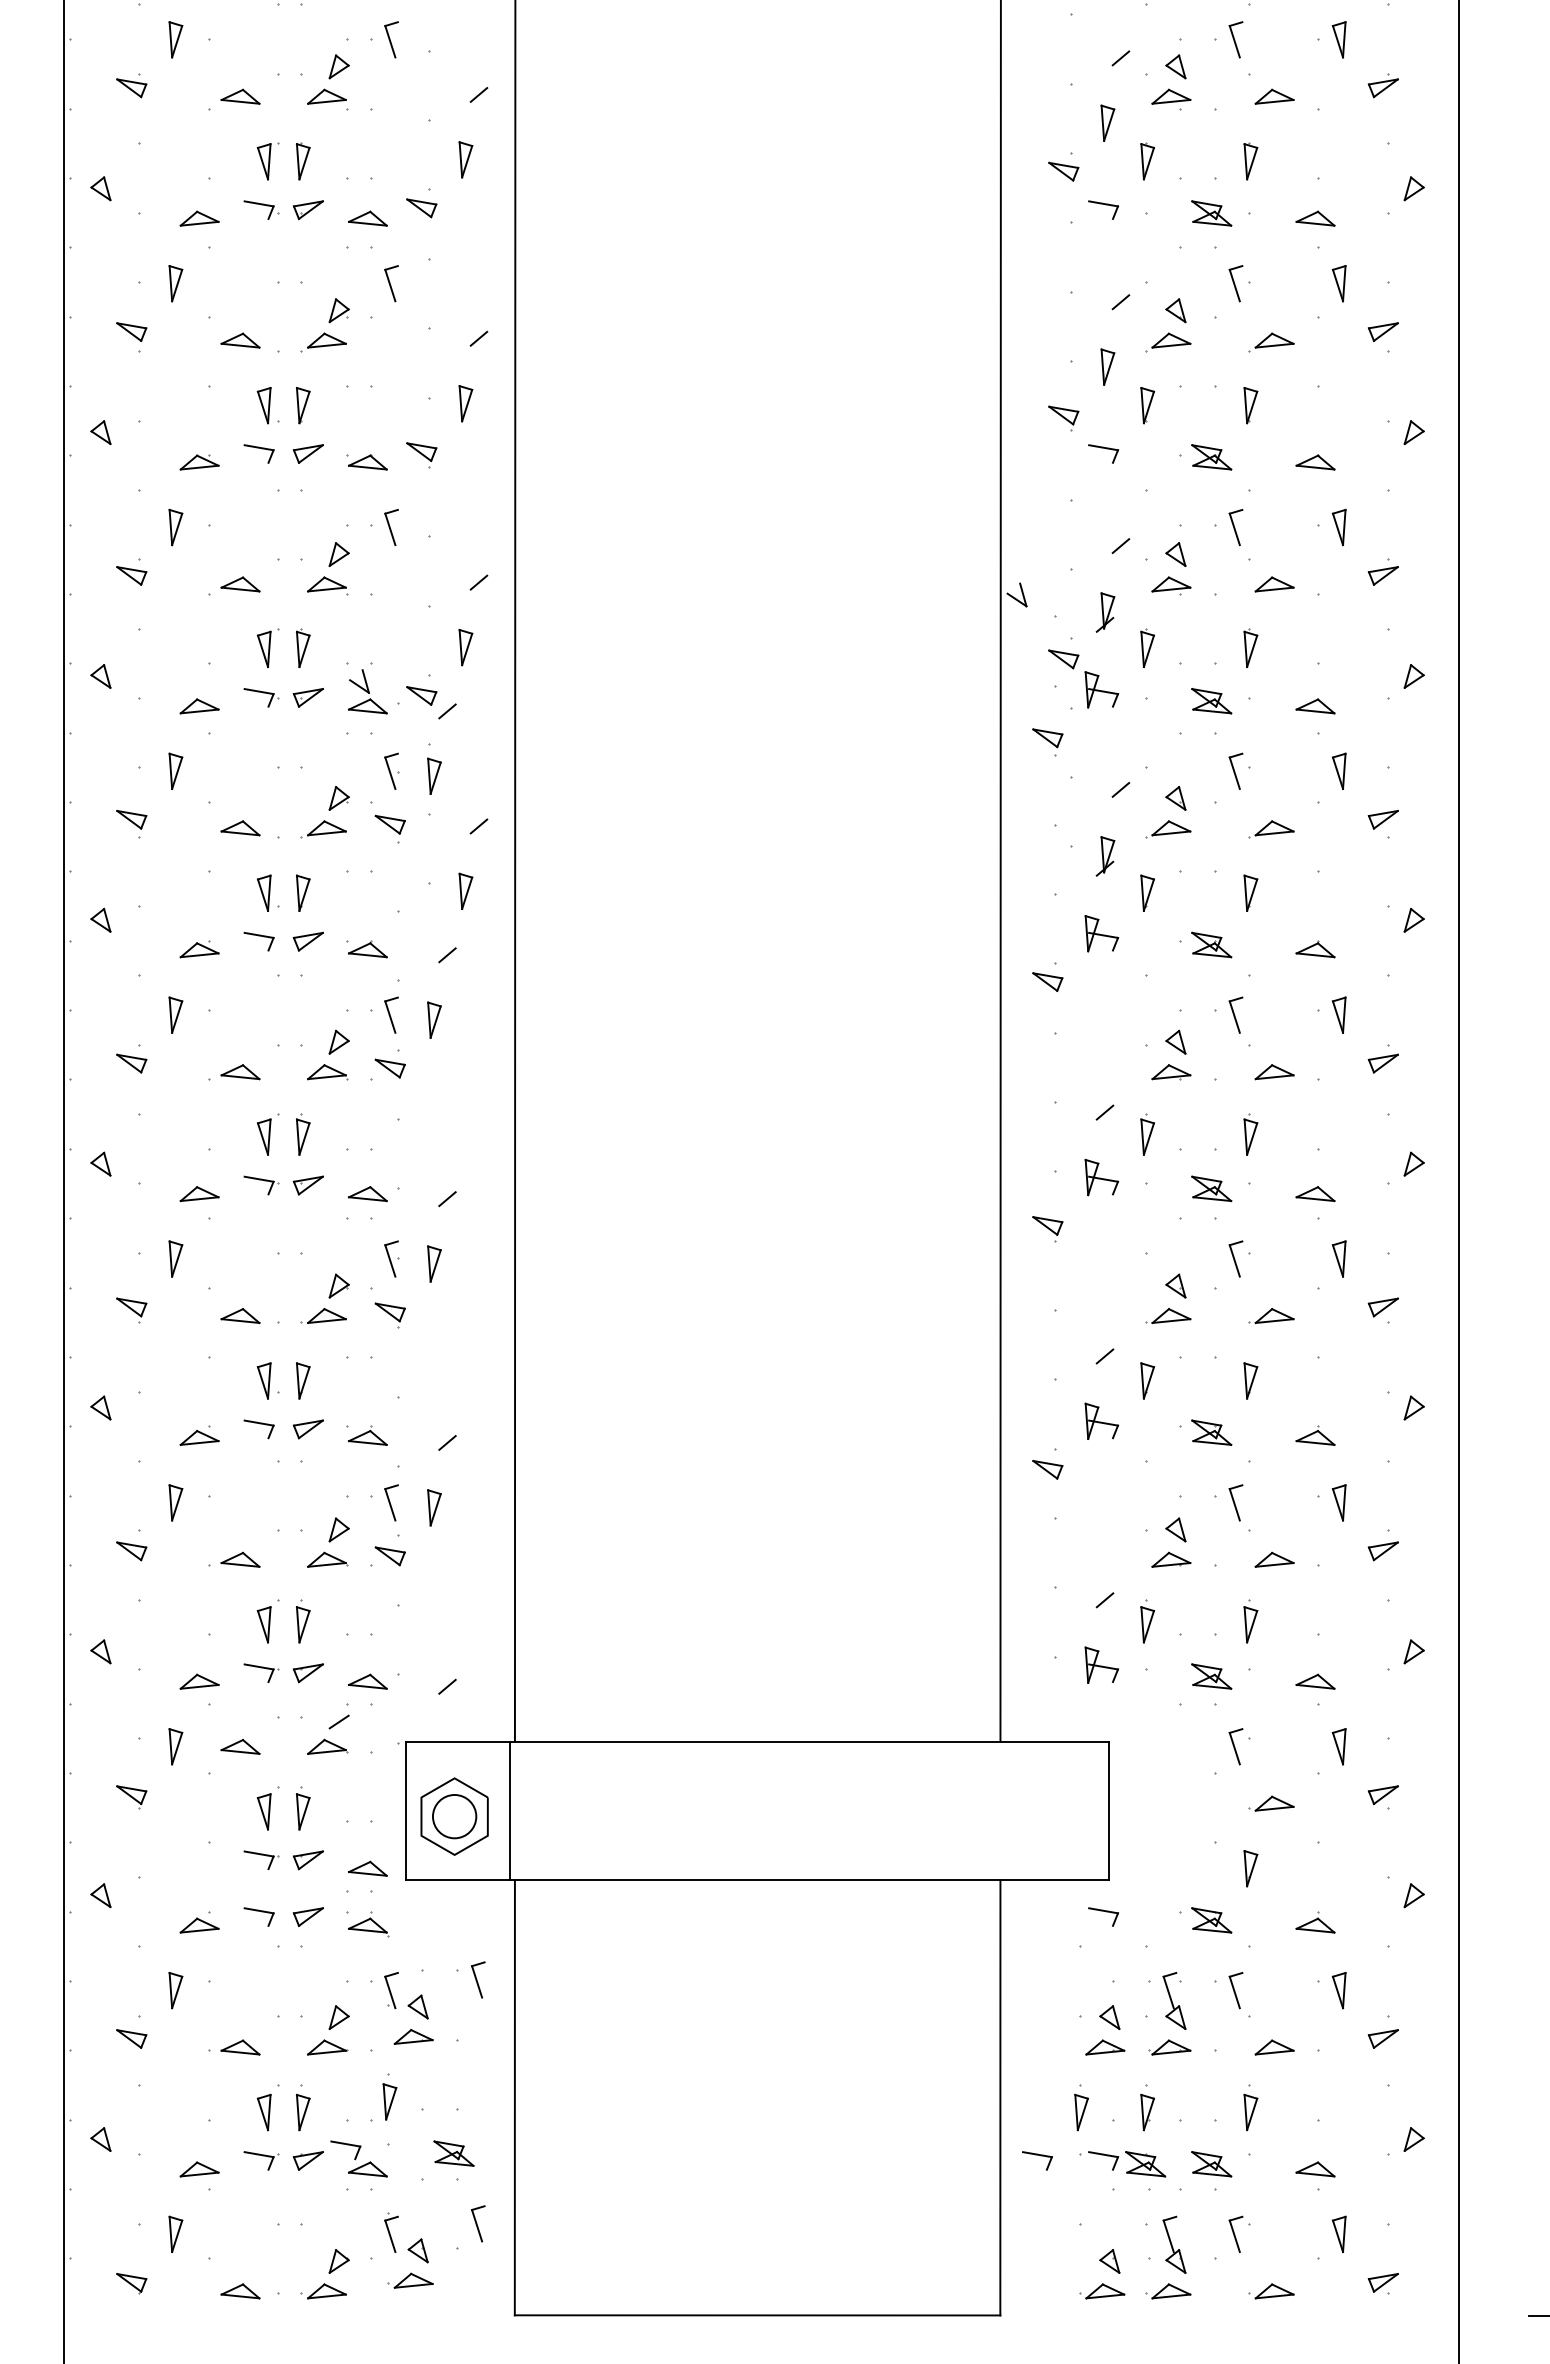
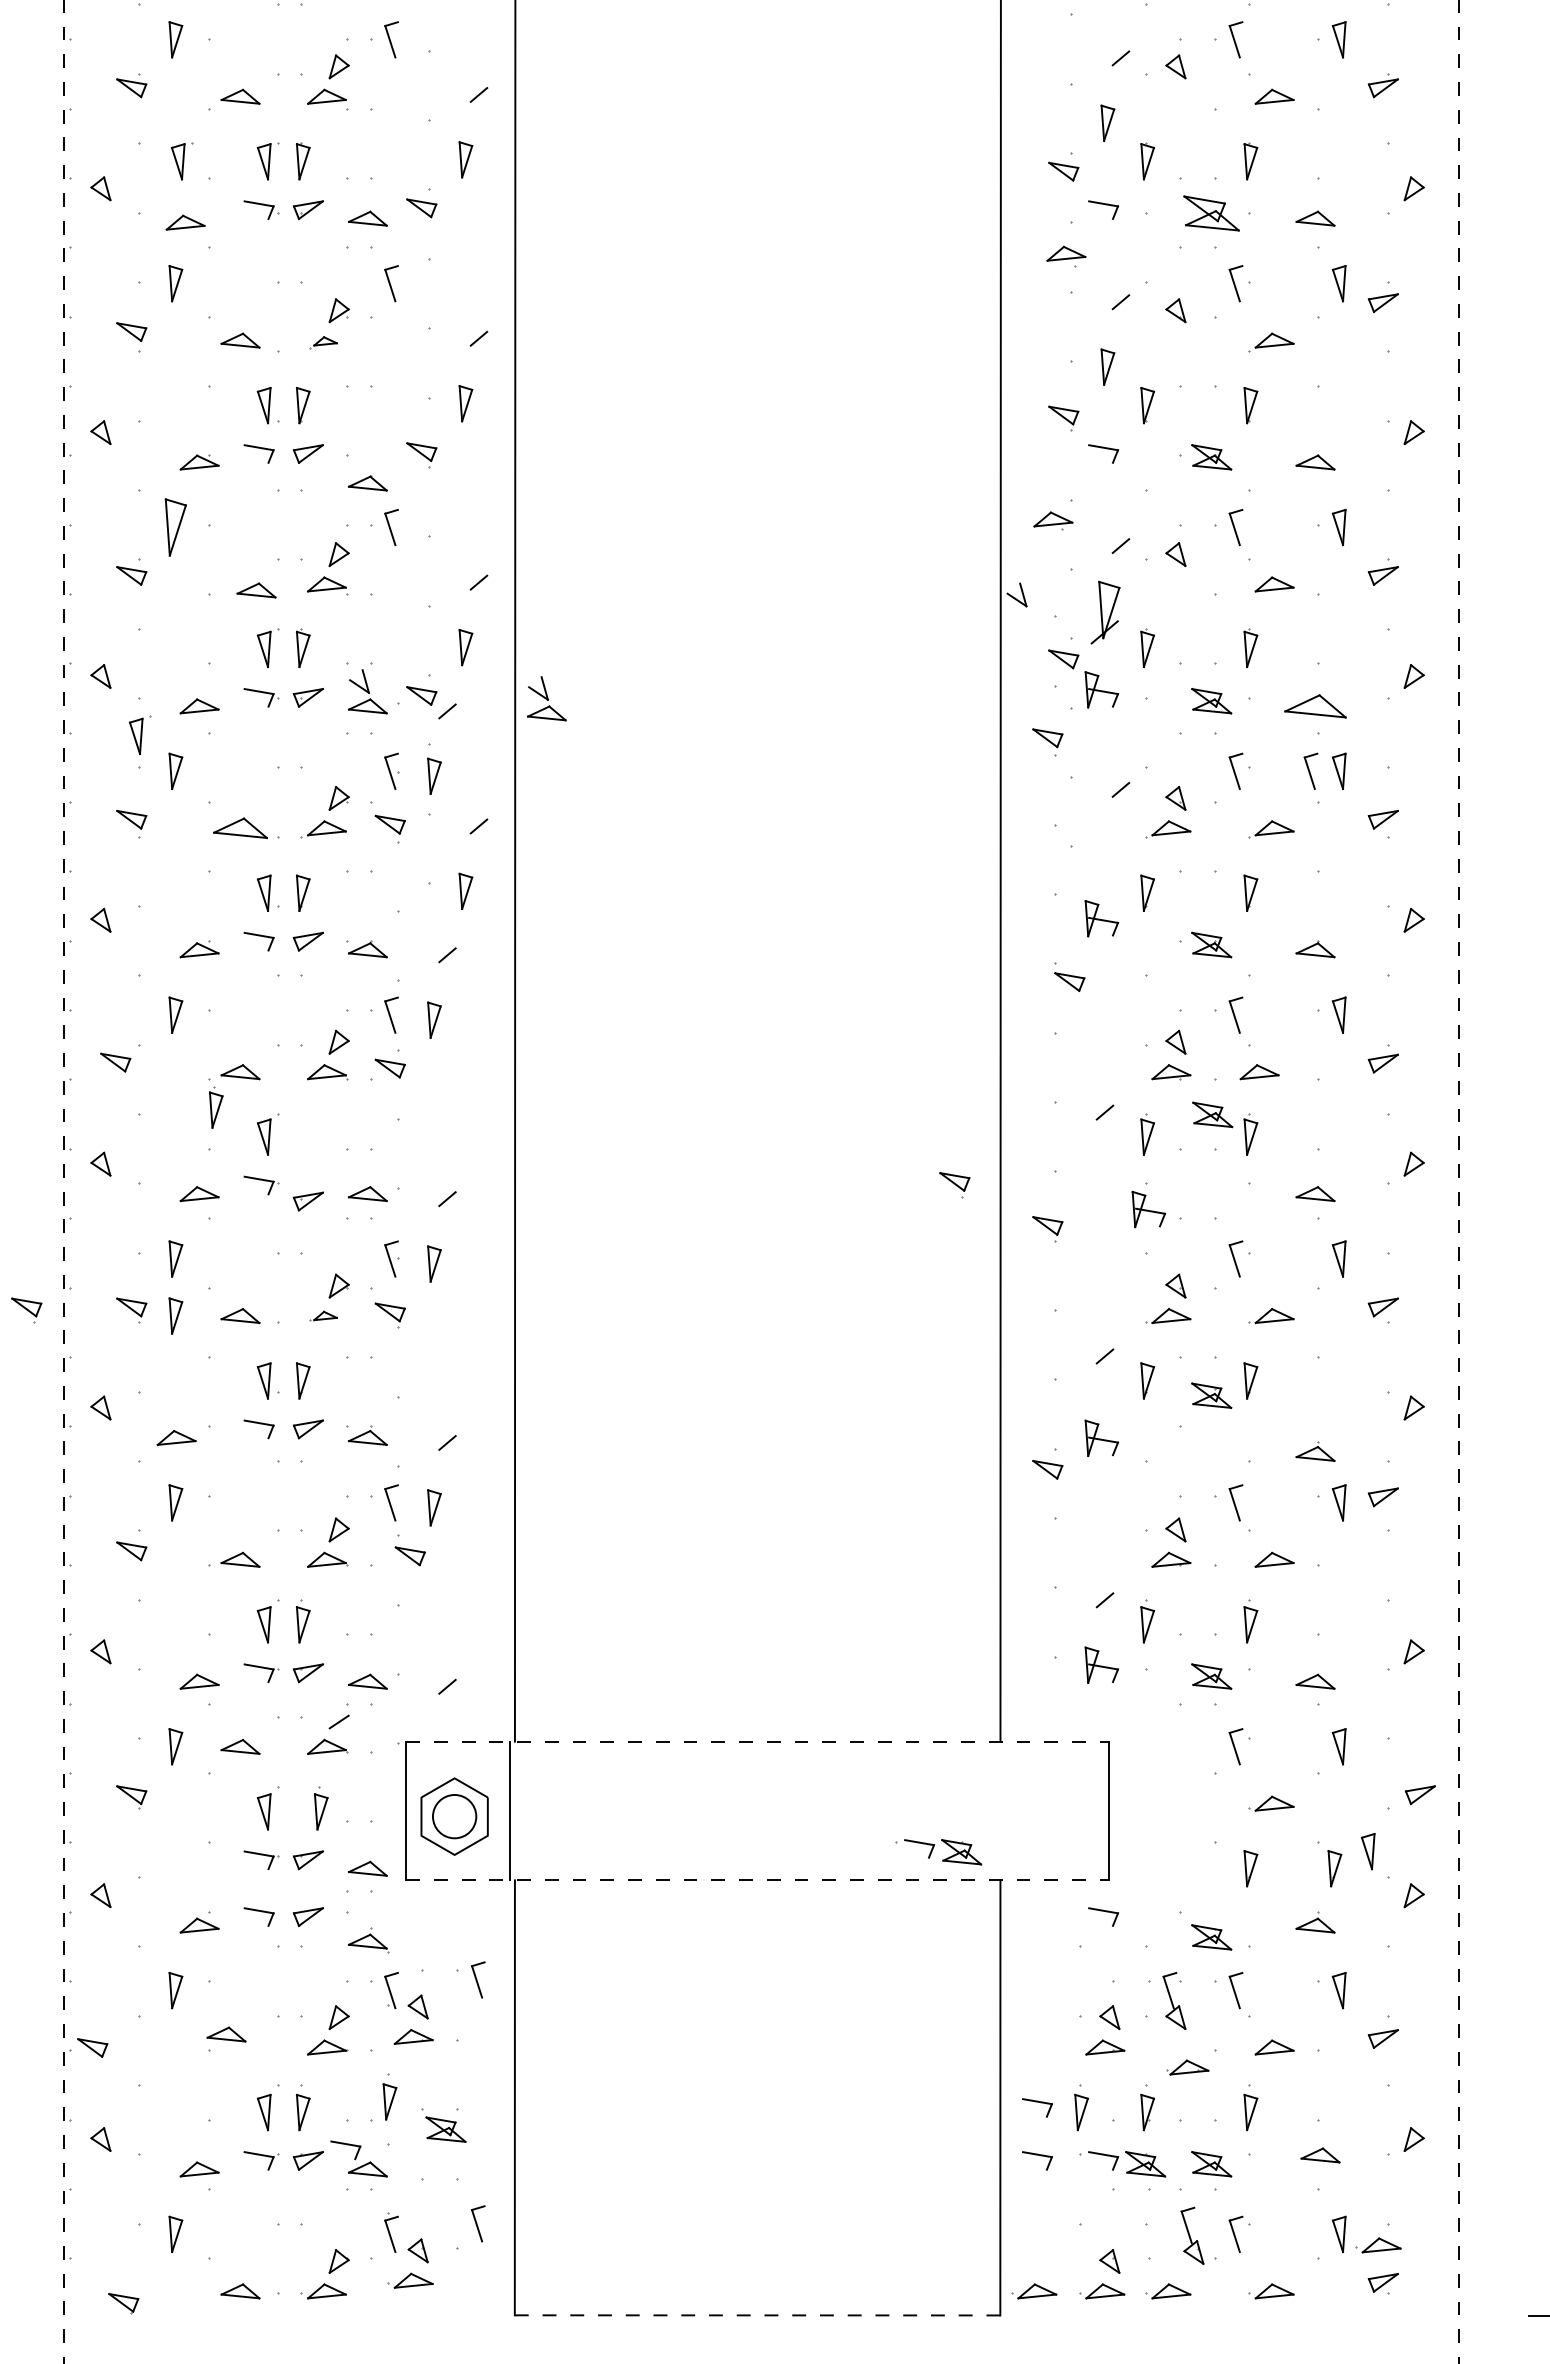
part at (1171, 99) position: (1171, 99) -> (1066, 256)
part at (181, 161): none -> present
part at (1211, 213) size: 42x27 px -> 57x37 px
part at (199, 218) position: (199, 218) -> (185, 222)
part at (1382, 331) position: (1382, 331) -> (1382, 302)
part at (323, 342) size: 47x21 px -> 29x14 px
part at (1168, 342): present -> none
part at (367, 462) position: (367, 462) -> (367, 483)
part at (175, 527) size: 16x39 px -> 23x59 px
part at (240, 584) position: (240, 584) -> (256, 590)
part at (1171, 585) position: (1171, 585) -> (1053, 520)
part at (1105, 612) size: 21x41 px -> 31x64 px
part at (546, 698): none -> present
part at (1315, 706) size: 41x17 px -> 63x25 px
part at (139, 734): none -> present
part at (1310, 770): none -> present
part at (240, 828) size: 41x17 px -> 55x22 px
part at (1105, 856): present -> none
part at (1101, 933) position: (1101, 933) -> (1101, 918)
part at (1047, 981) position: (1047, 981) -> (1069, 981)
part at (131, 1063) position: (131, 1063) -> (115, 1062)
part at (1274, 1072) position: (1274, 1072) -> (1259, 1072)
part at (303, 1134) position: (303, 1134) -> (216, 1107)
part at (1101, 1177) position: (1101, 1177) -> (1148, 1209)
line at (64, 1181): solid -> dashed
line at (1459, 1181): solid -> dashed
part at (307, 1185) position: (307, 1185) -> (307, 1201)
part at (954, 1185): none -> present
part at (1211, 1188) position: (1211, 1188) -> (1212, 1114)
part at (26, 1310): none -> present
part at (175, 1315): none -> present
part at (323, 1315) size: 47x16 px -> 29x12 px
part at (1101, 1420) position: (1101, 1420) -> (1101, 1437)
part at (1211, 1432) position: (1211, 1432) -> (1211, 1395)
part at (1315, 1435) position: (1315, 1435) -> (1315, 1451)
part at (199, 1437) position: (199, 1437) -> (176, 1437)
part at (1382, 1551) position: (1382, 1551) -> (1382, 1497)
part at (389, 1556) position: (389, 1556) -> (409, 1556)
line at (757, 1741): solid -> dashed
part at (1383, 1795) position: (1383, 1795) -> (1420, 1795)
part at (303, 1808) position: (303, 1808) -> (321, 1808)
part at (1367, 1851): none -> present
part at (938, 1852): none -> present
part at (1334, 1868): none -> present
line at (757, 1880): solid -> dashed
part at (1211, 1920) position: (1211, 1920) -> (1211, 1937)
part at (368, 1924) position: (368, 1924) -> (368, 1940)
part at (131, 2038) position: (131, 2038) -> (92, 2047)
part at (240, 2047) position: (240, 2047) -> (226, 2034)
part at (1169, 2047) position: (1169, 2047) -> (1187, 2067)
part at (1037, 2107): none -> present
part at (453, 2153) position: (453, 2153) -> (445, 2129)
part at (1315, 2169) position: (1315, 2169) -> (1320, 2155)
part at (1174, 2244) position: (1174, 2244) -> (1192, 2235)
part at (1378, 2245): none -> present
part at (131, 2283) position: (131, 2283) -> (123, 2303)
part at (1034, 2291): none -> present
line at (757, 2315): solid -> dashed
